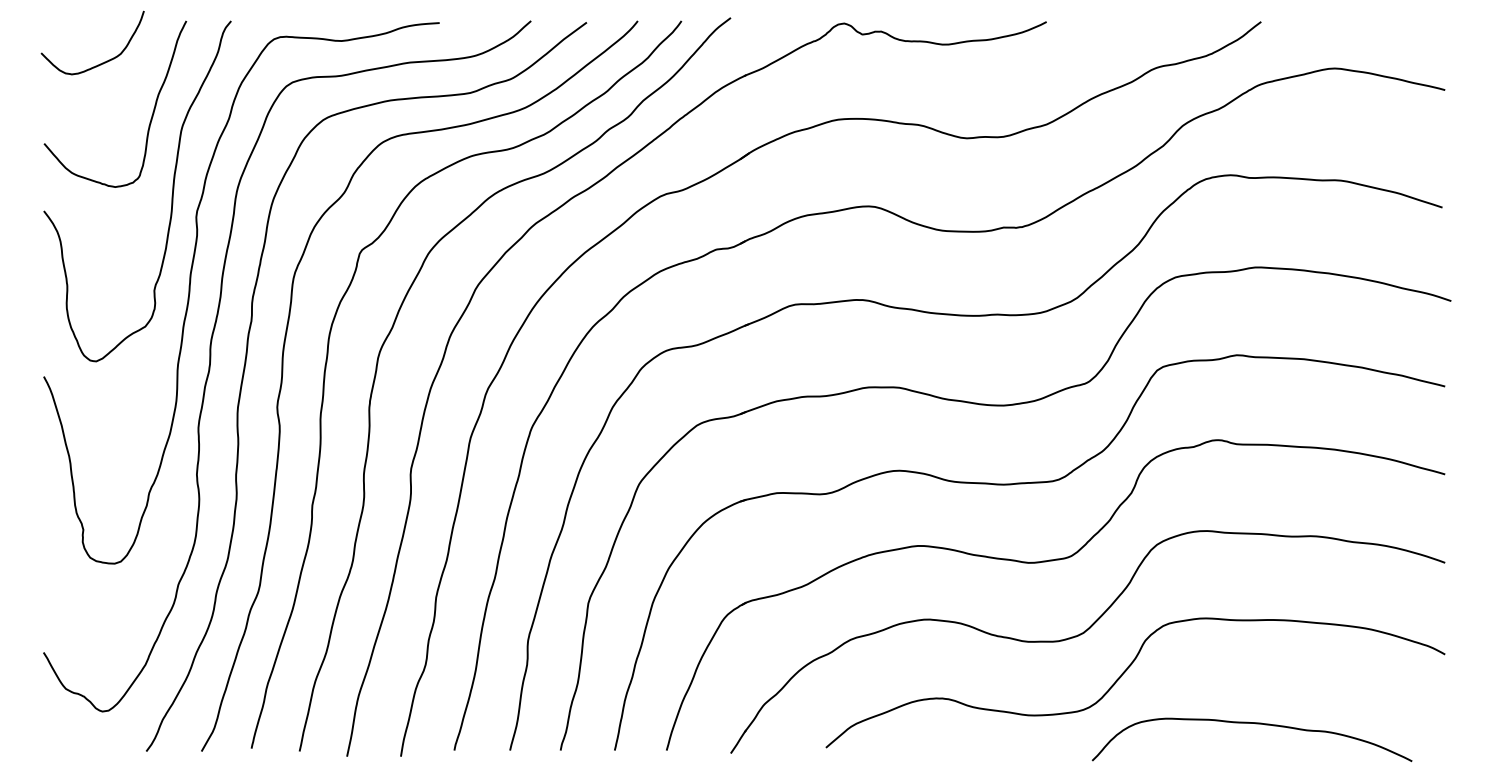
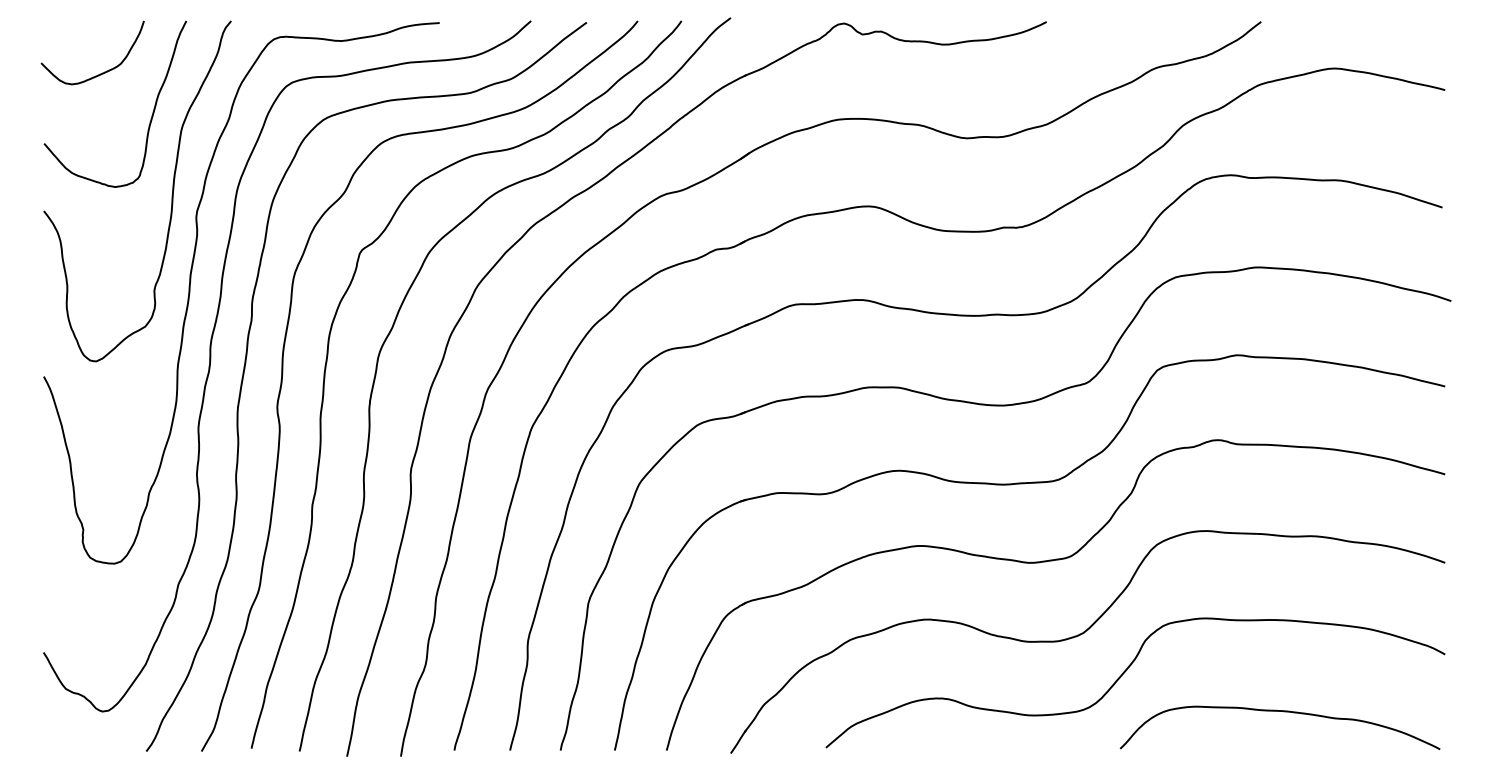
curve at (102, 62) position: (102, 62) -> (102, 72)
curve at (1255, 724) position: (1255, 724) -> (1283, 712)
